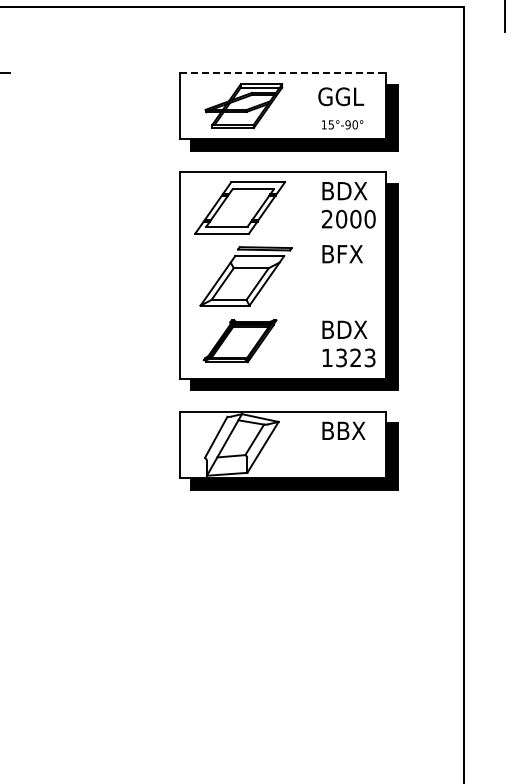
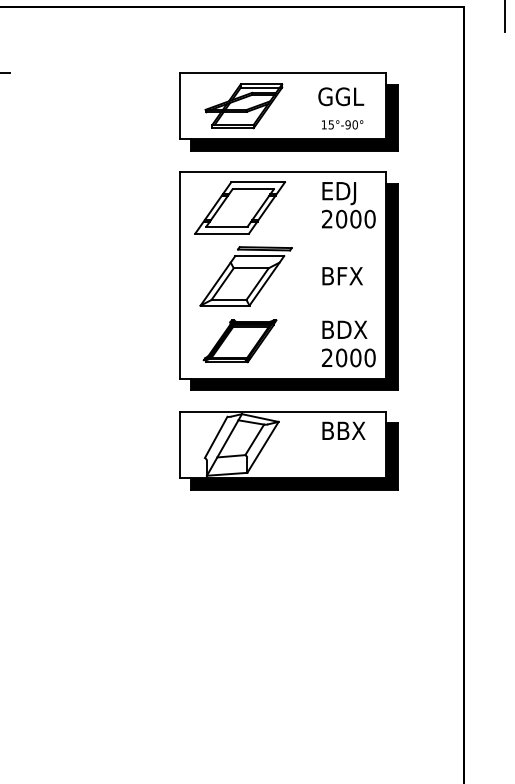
line at (283, 73): dashed -> solid
text at (348, 193): BDX -> EDJ
text at (342, 254) position: (342, 254) -> (342, 276)
text at (348, 357): 1323 -> 2000
